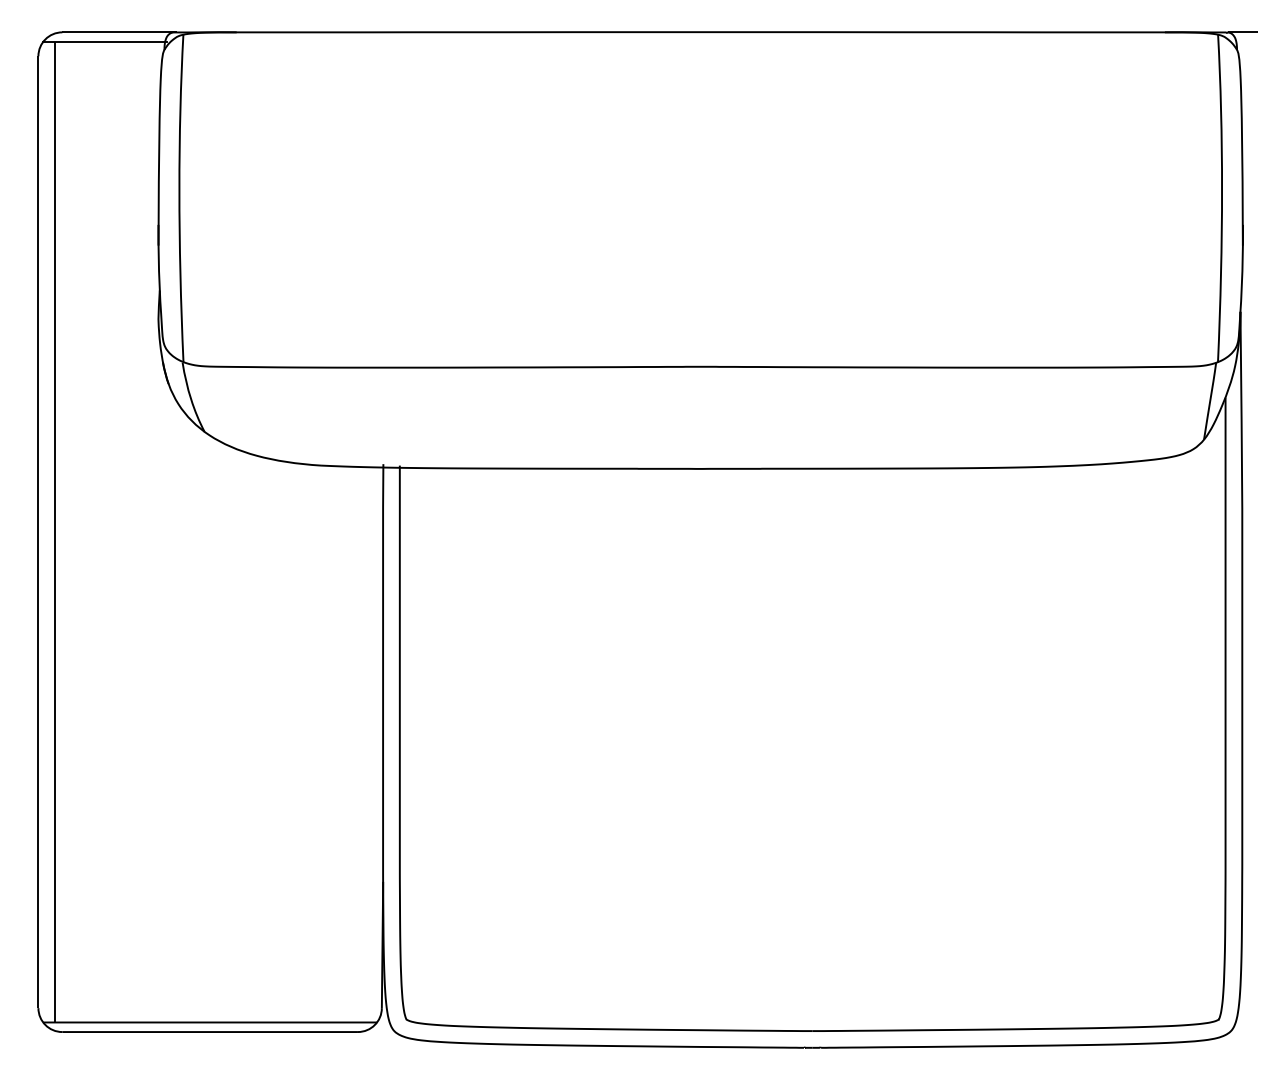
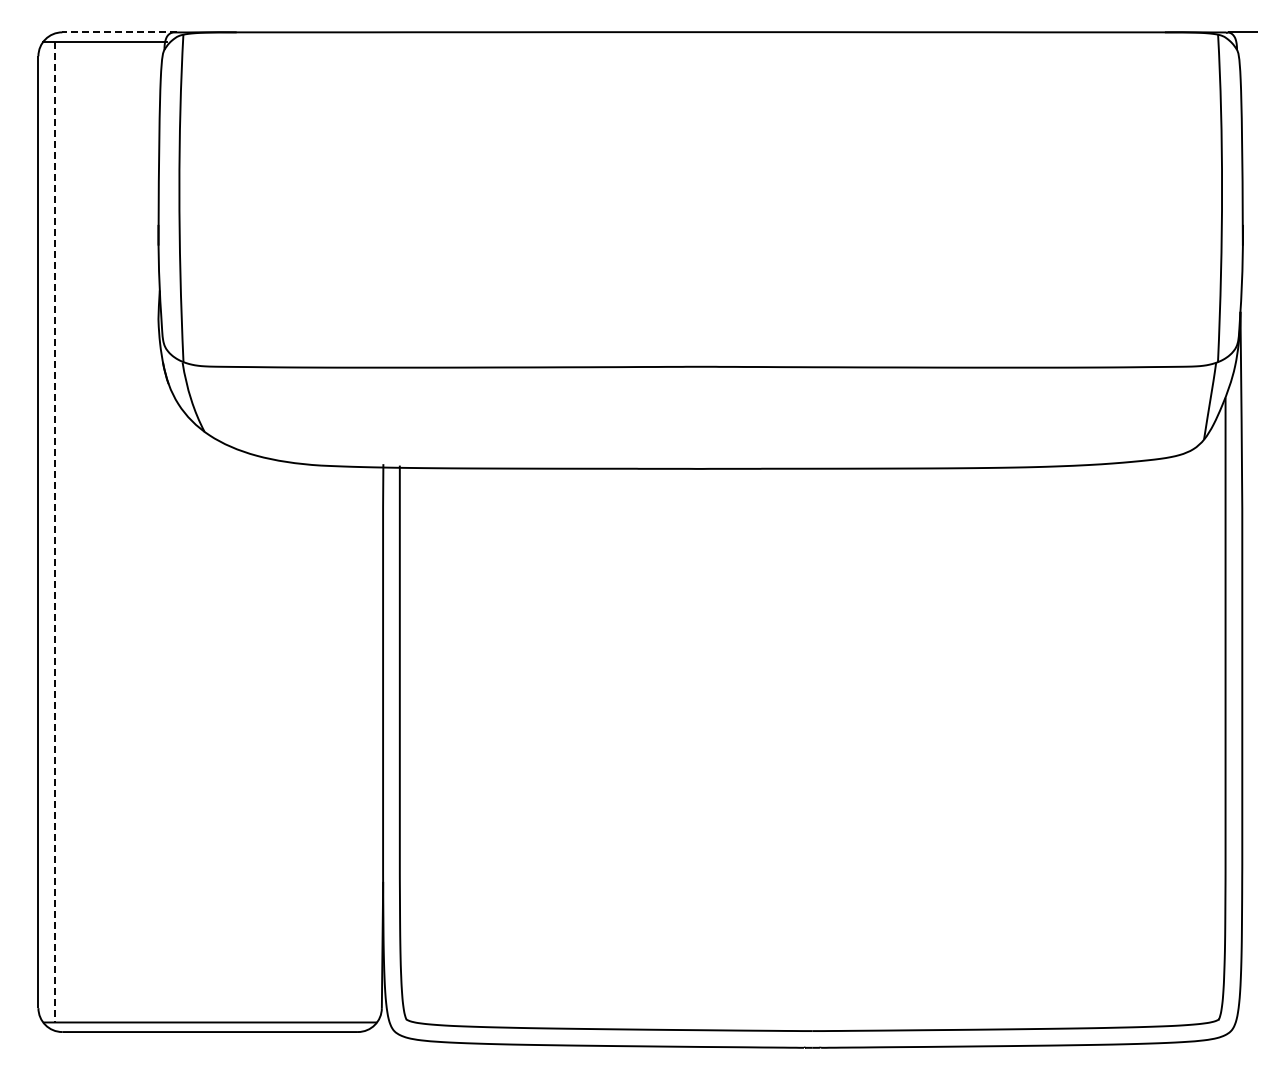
line at (118, 32): solid -> dashed
line at (54, 532): solid -> dashed
